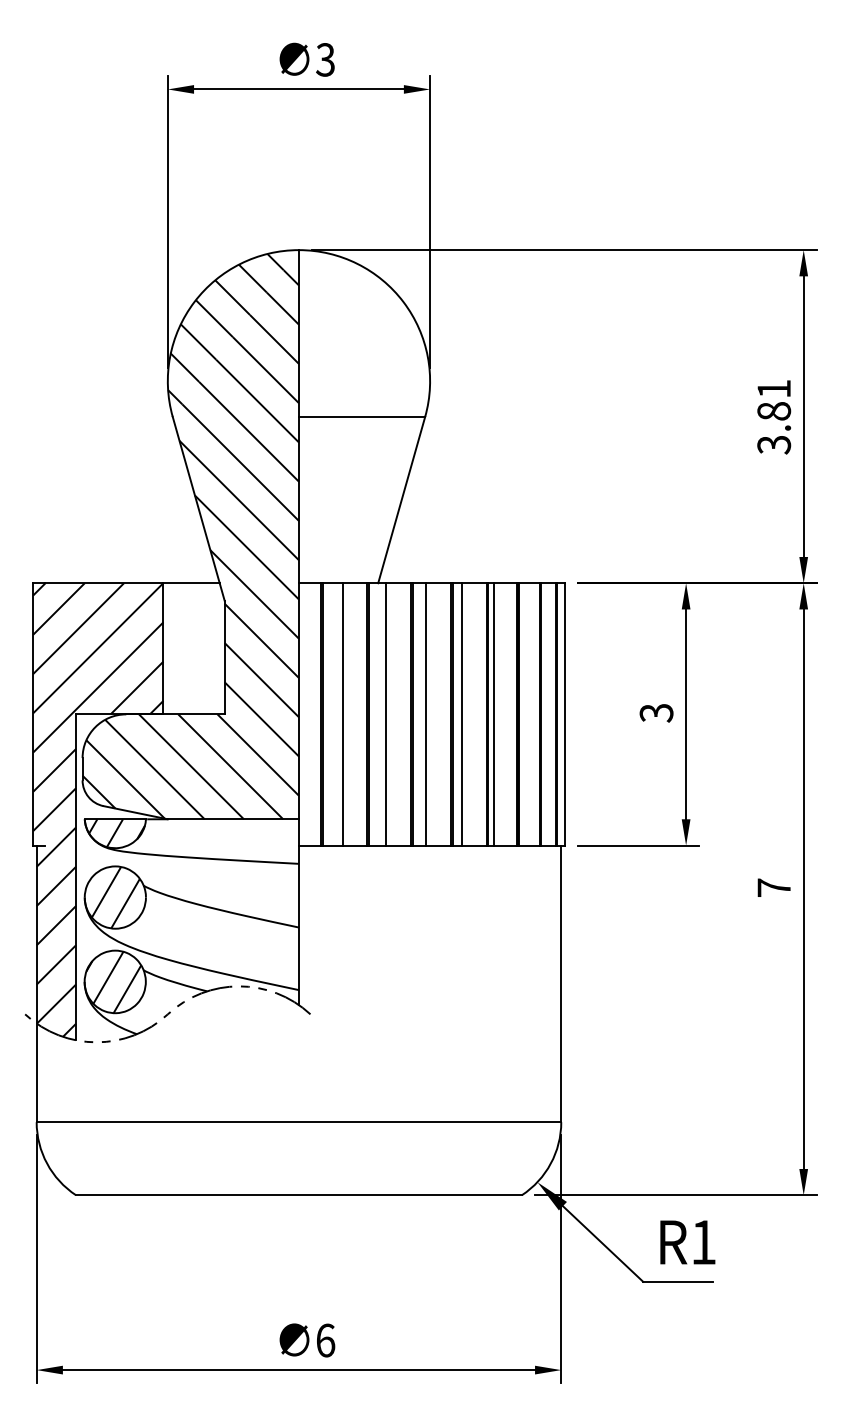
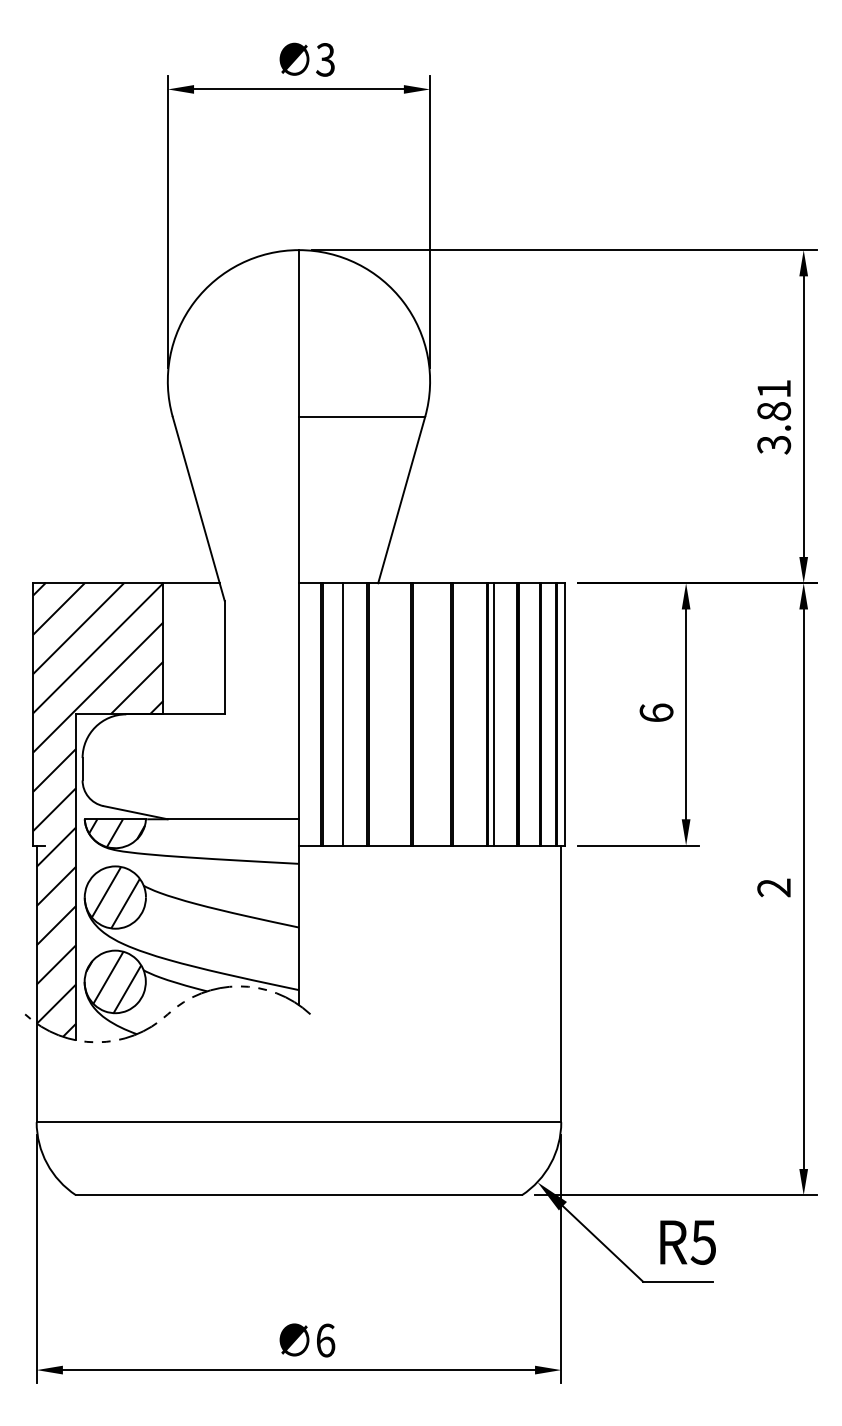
hatch at (190, 536): present -> none
text at (656, 712): 3 -> 6
line at (385, 714): present -> none
line at (425, 714): present -> none
line at (462, 714): present -> none
text at (773, 887): 7 -> 2
text at (702, 1242): R1 -> R5
